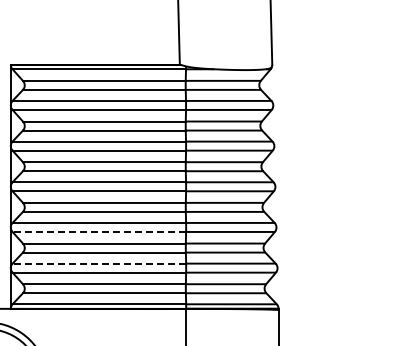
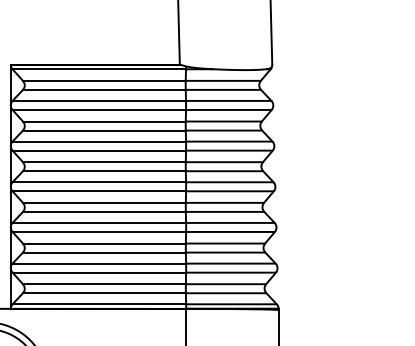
line at (99, 231): dashed -> solid
line at (99, 263): dashed -> solid
